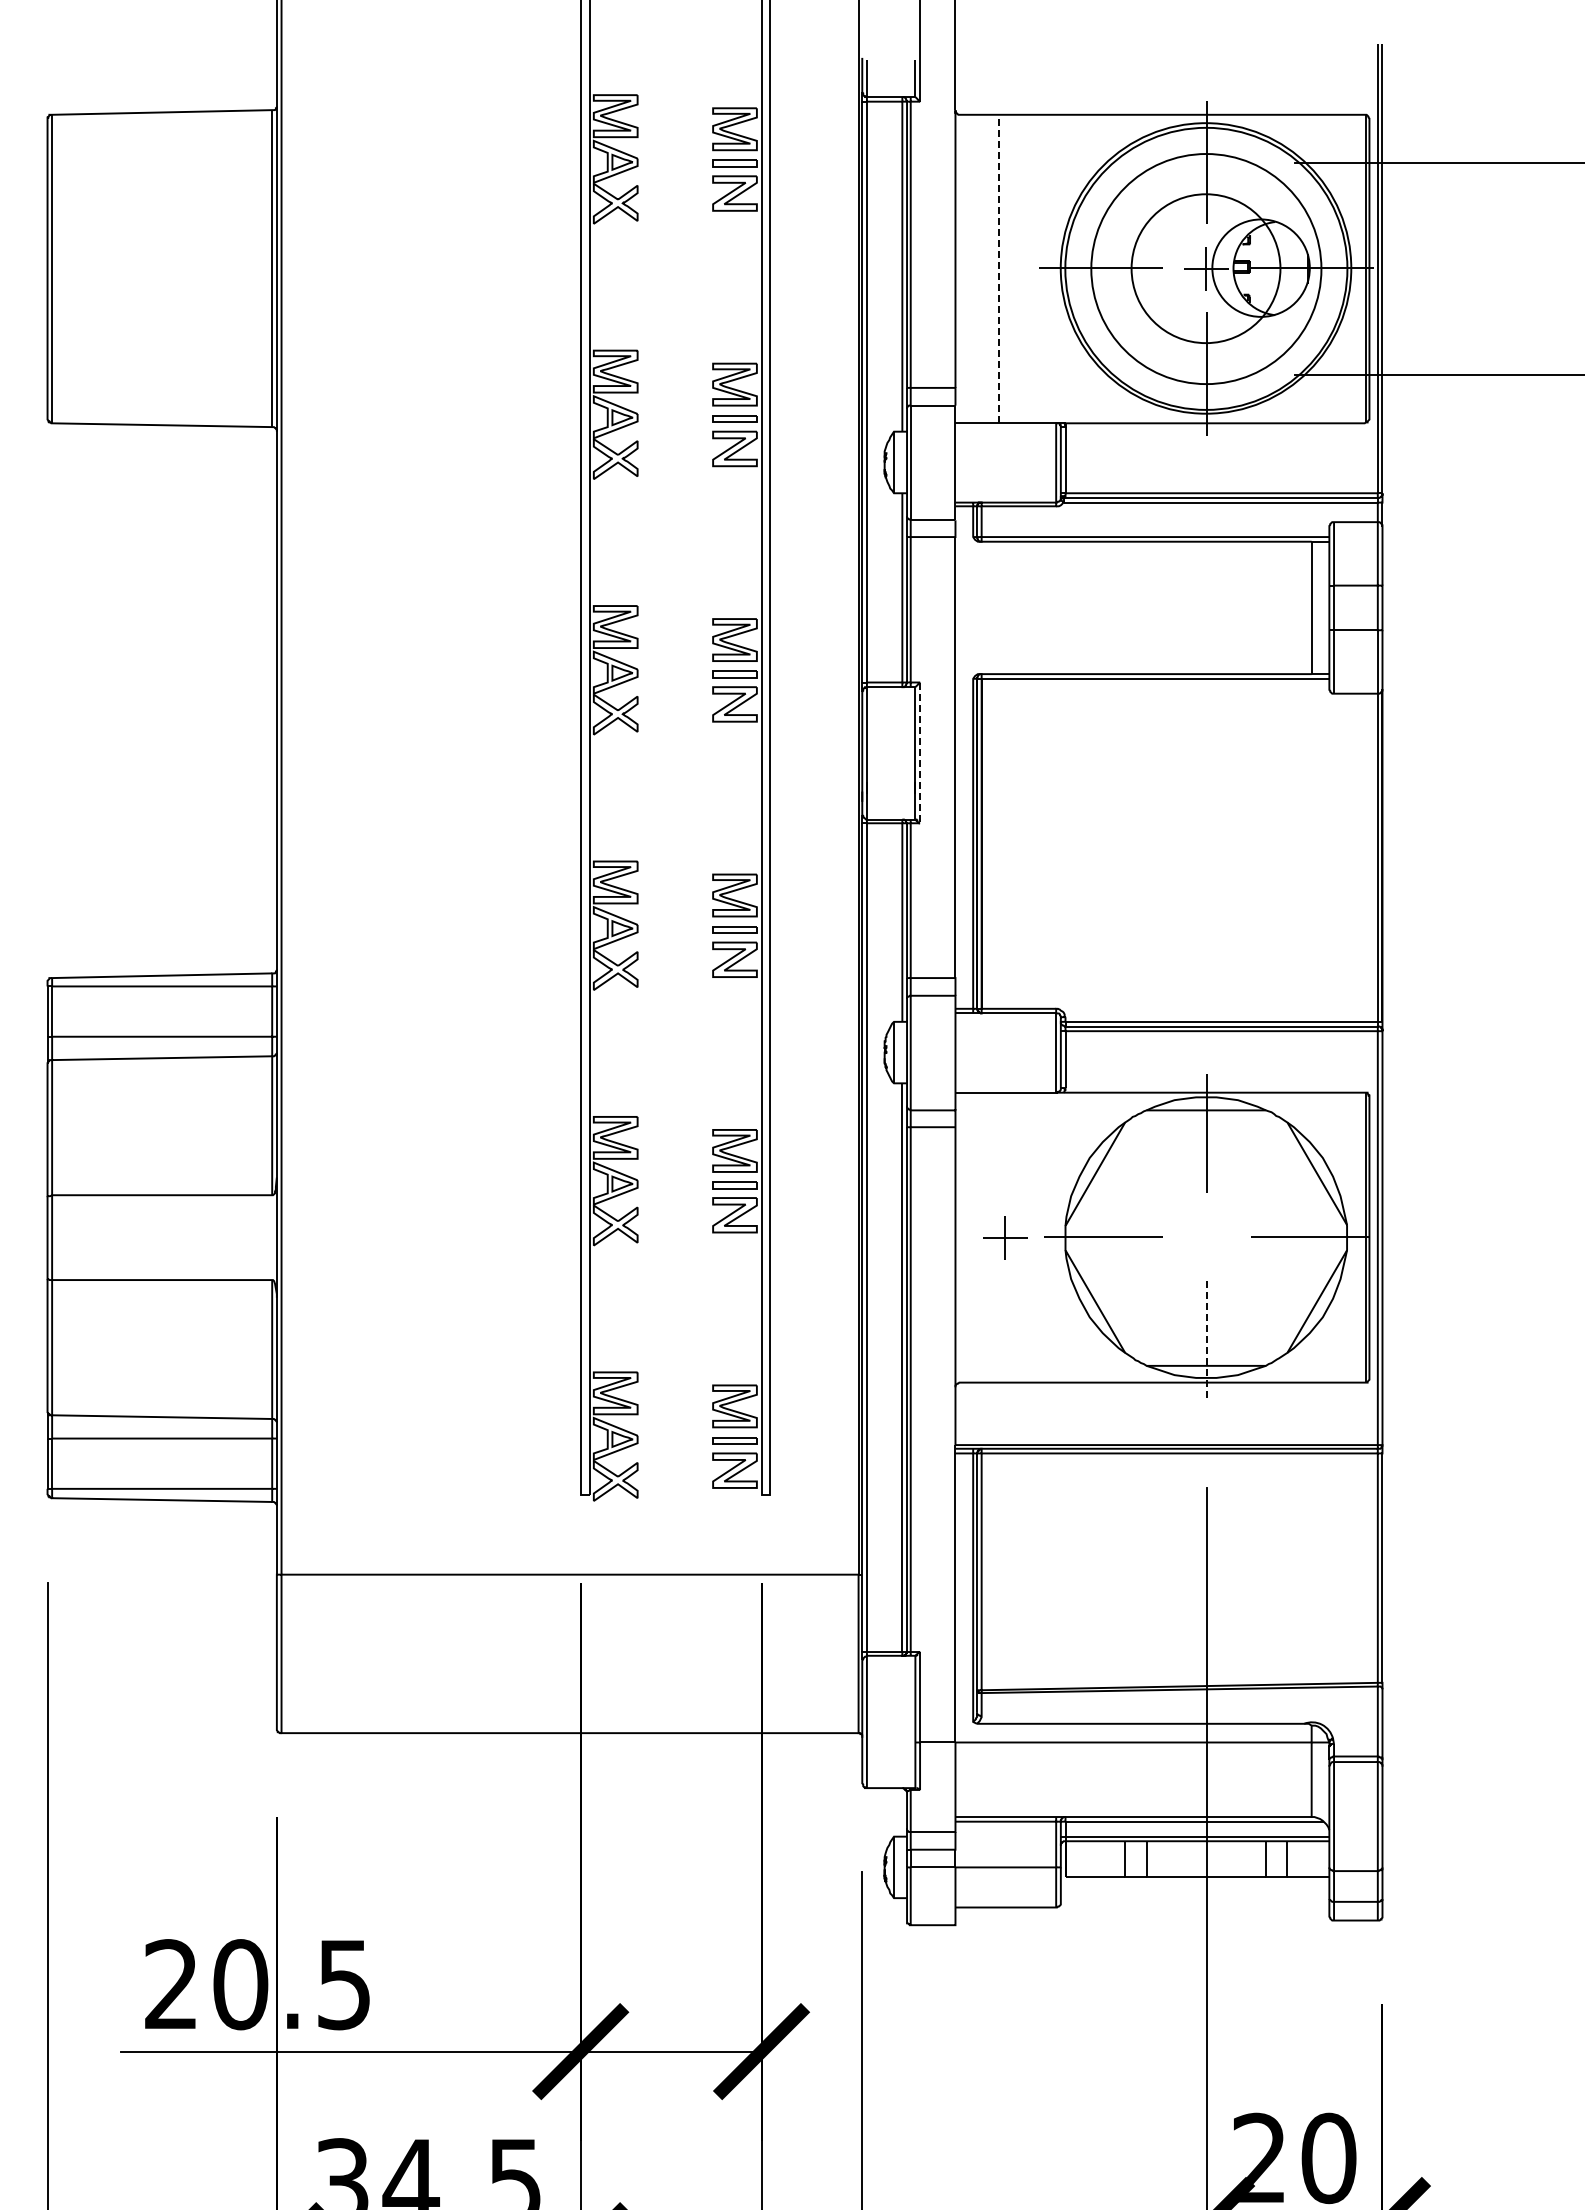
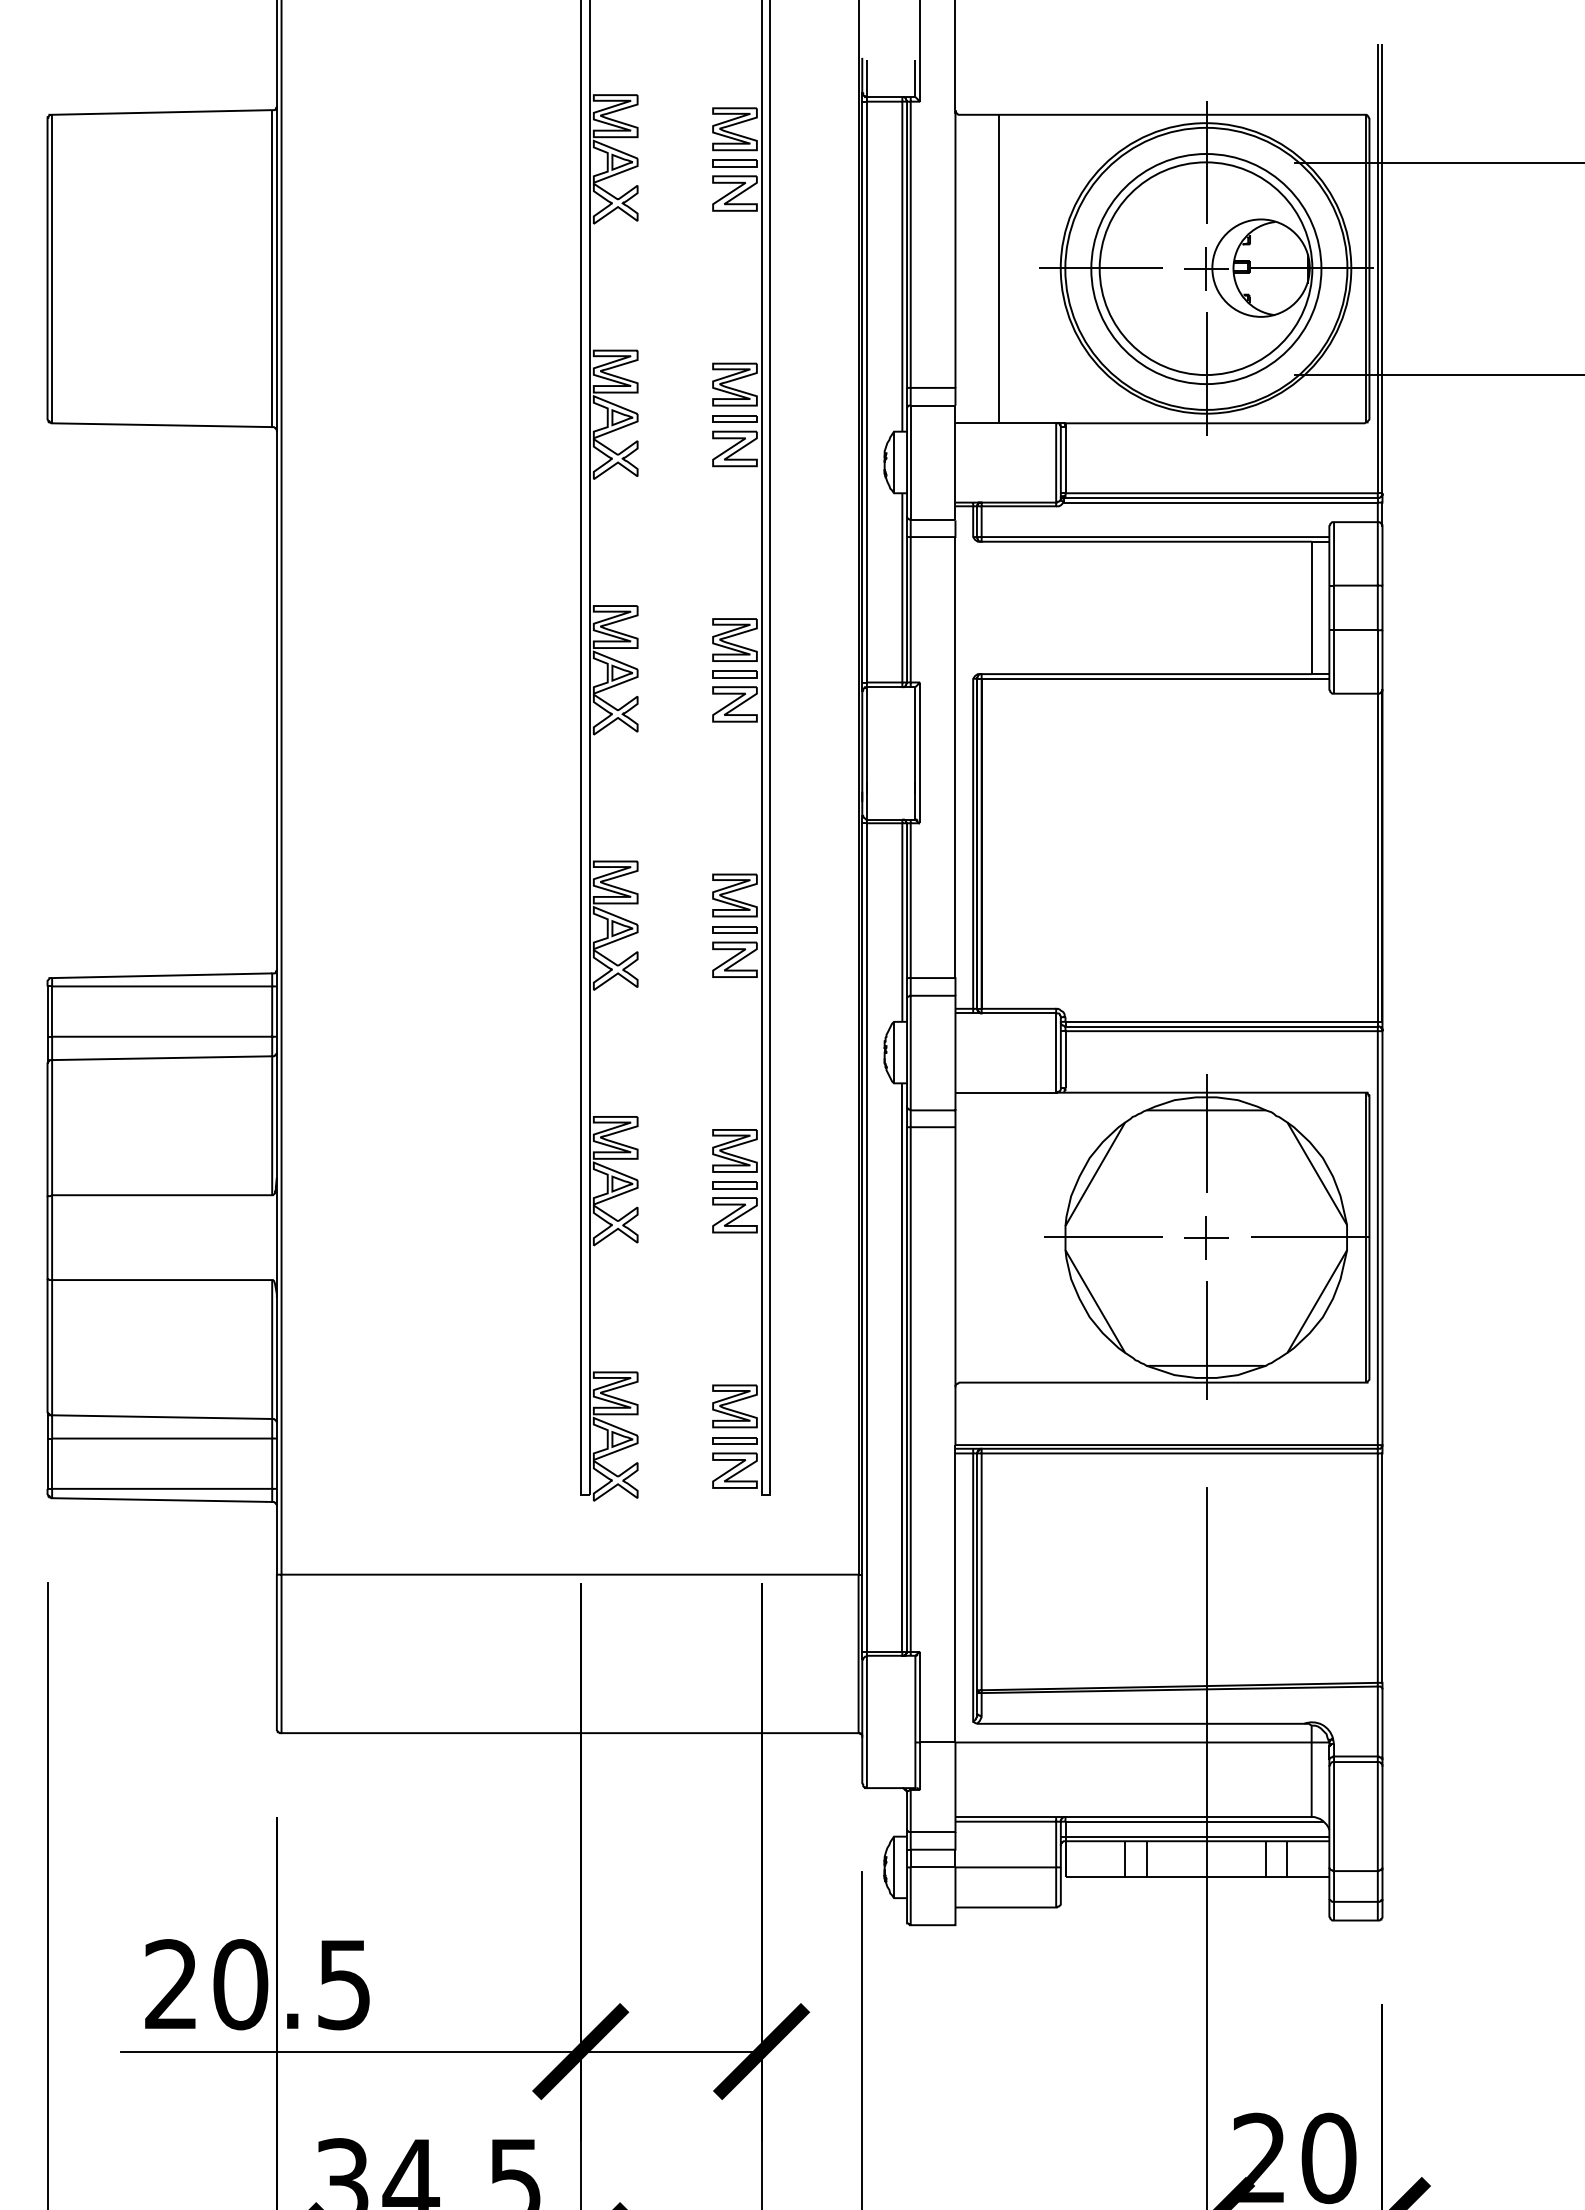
line at (999, 268): dashed -> solid
circle at (1205, 268) diameter: 149 px -> 213 px
line at (920, 753): dashed -> solid
part at (1005, 1237) position: (1005, 1237) -> (1206, 1237)
line at (1206, 1341): dashed -> solid
